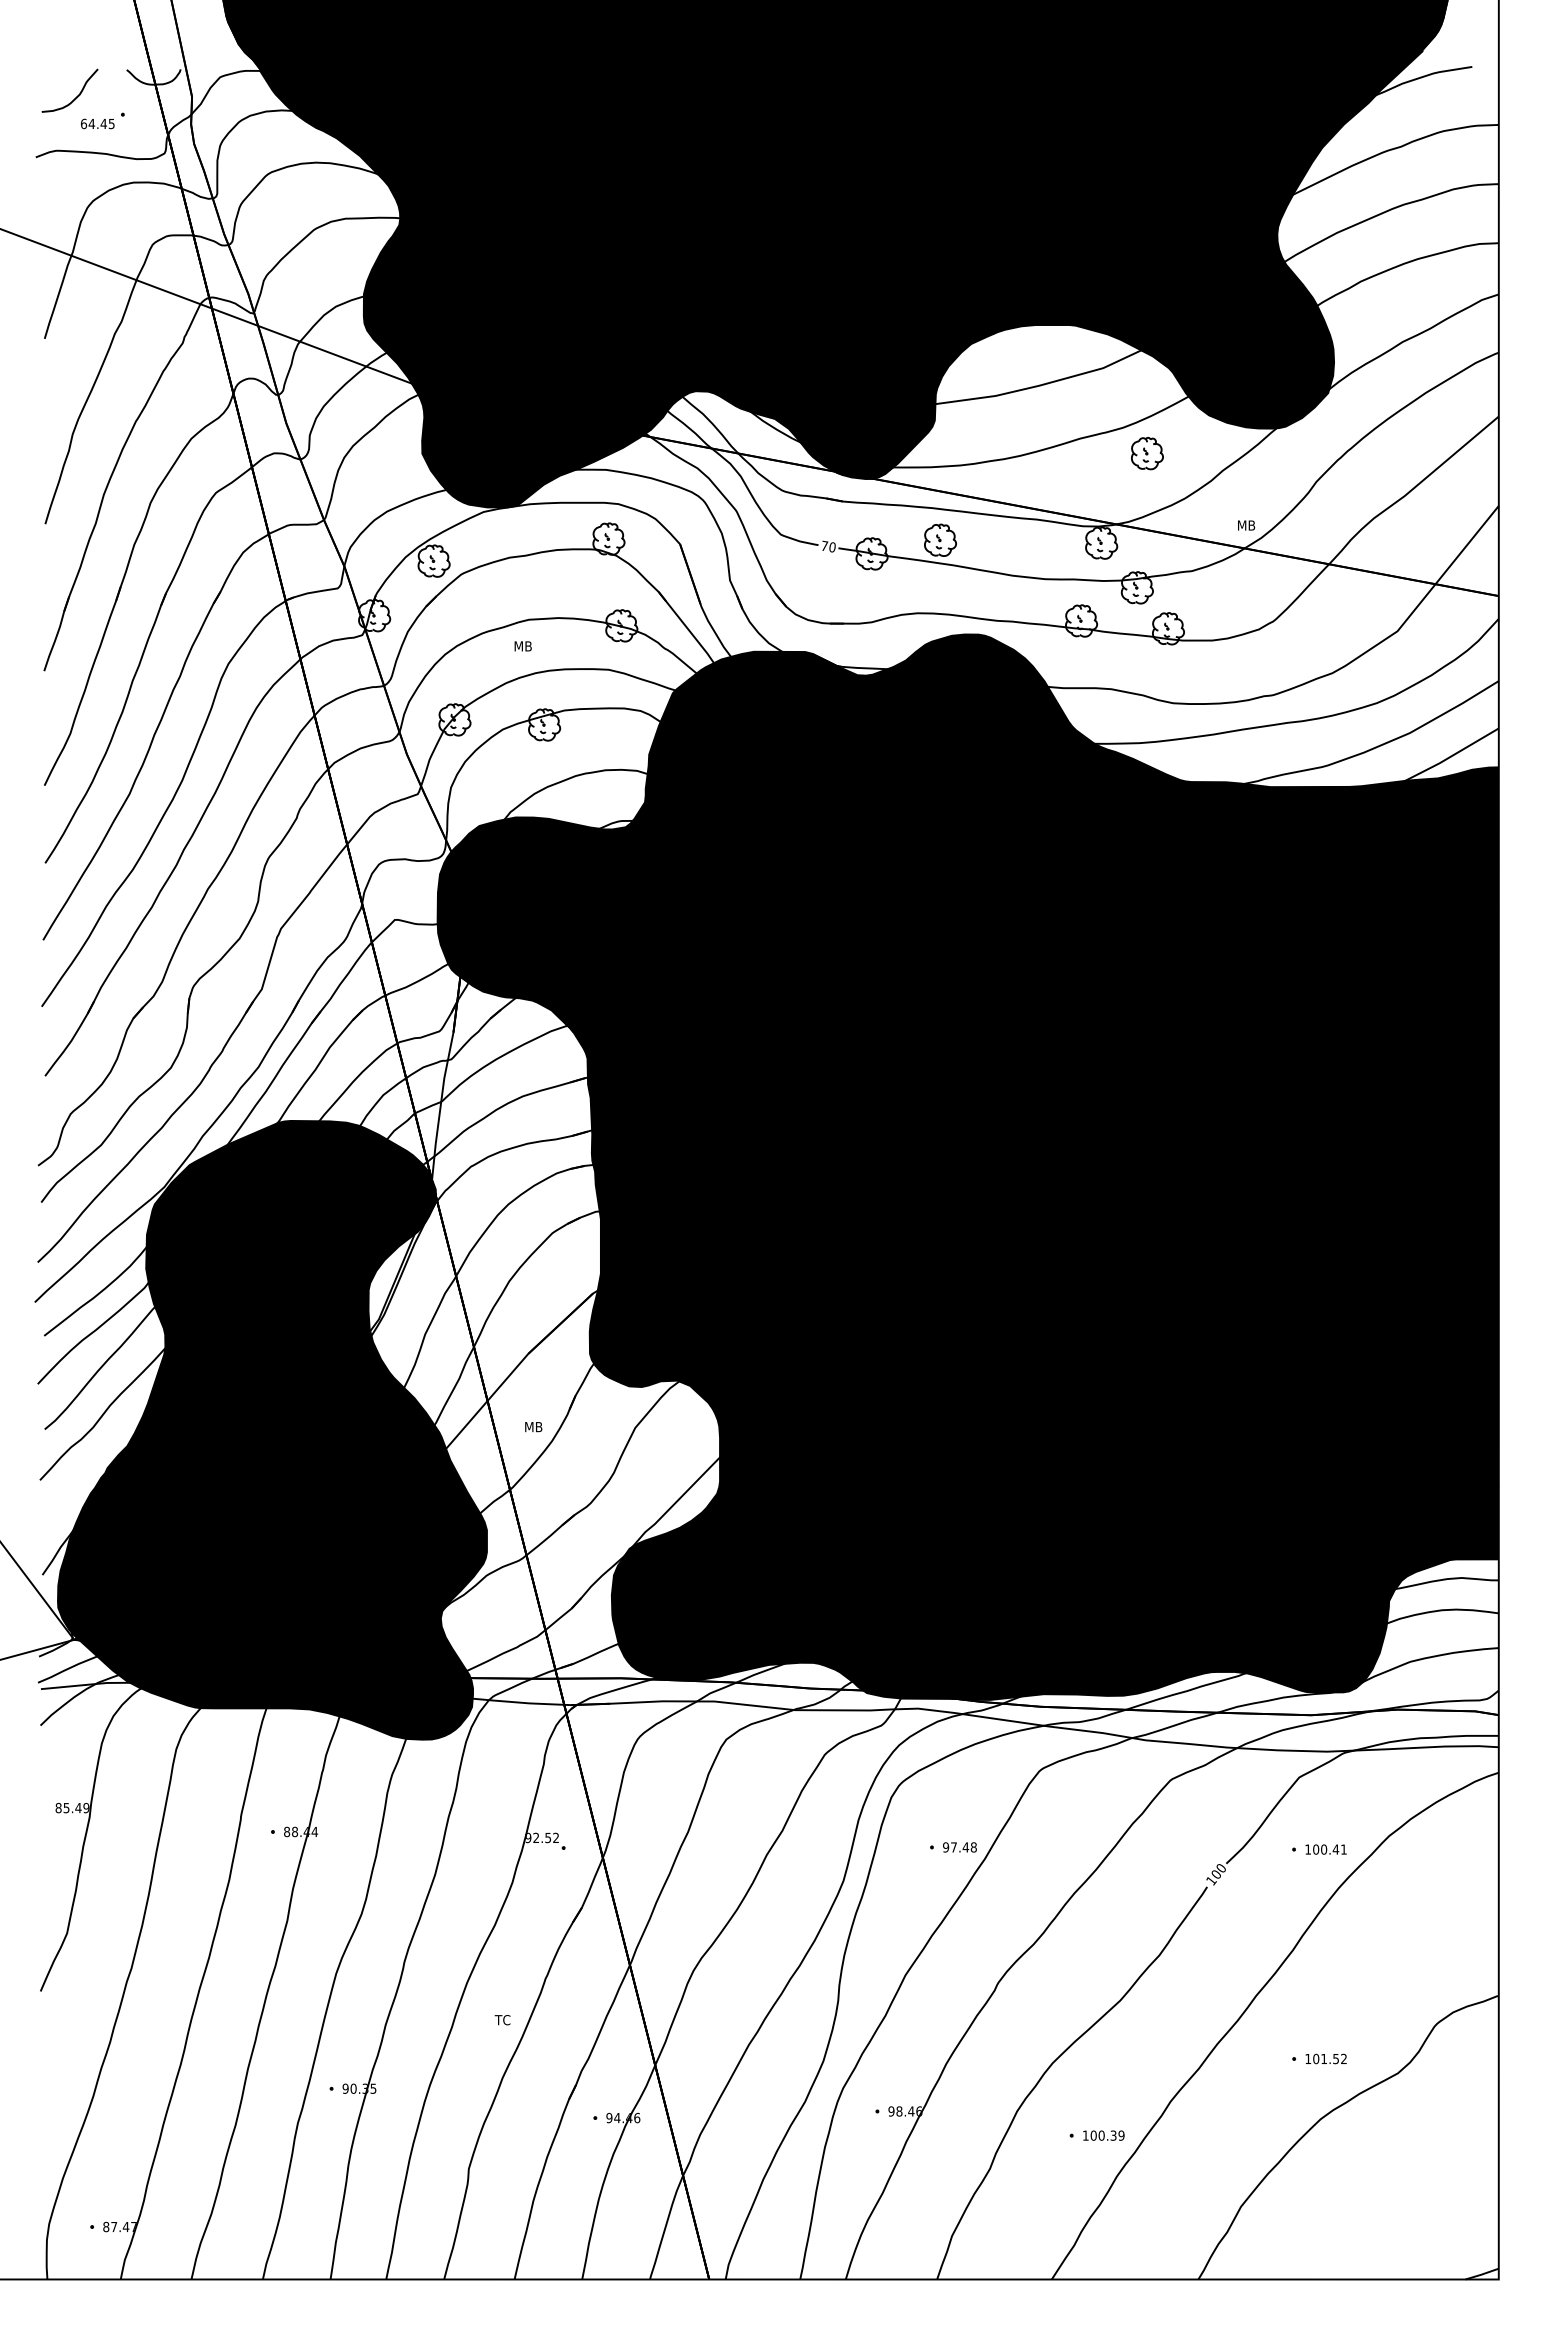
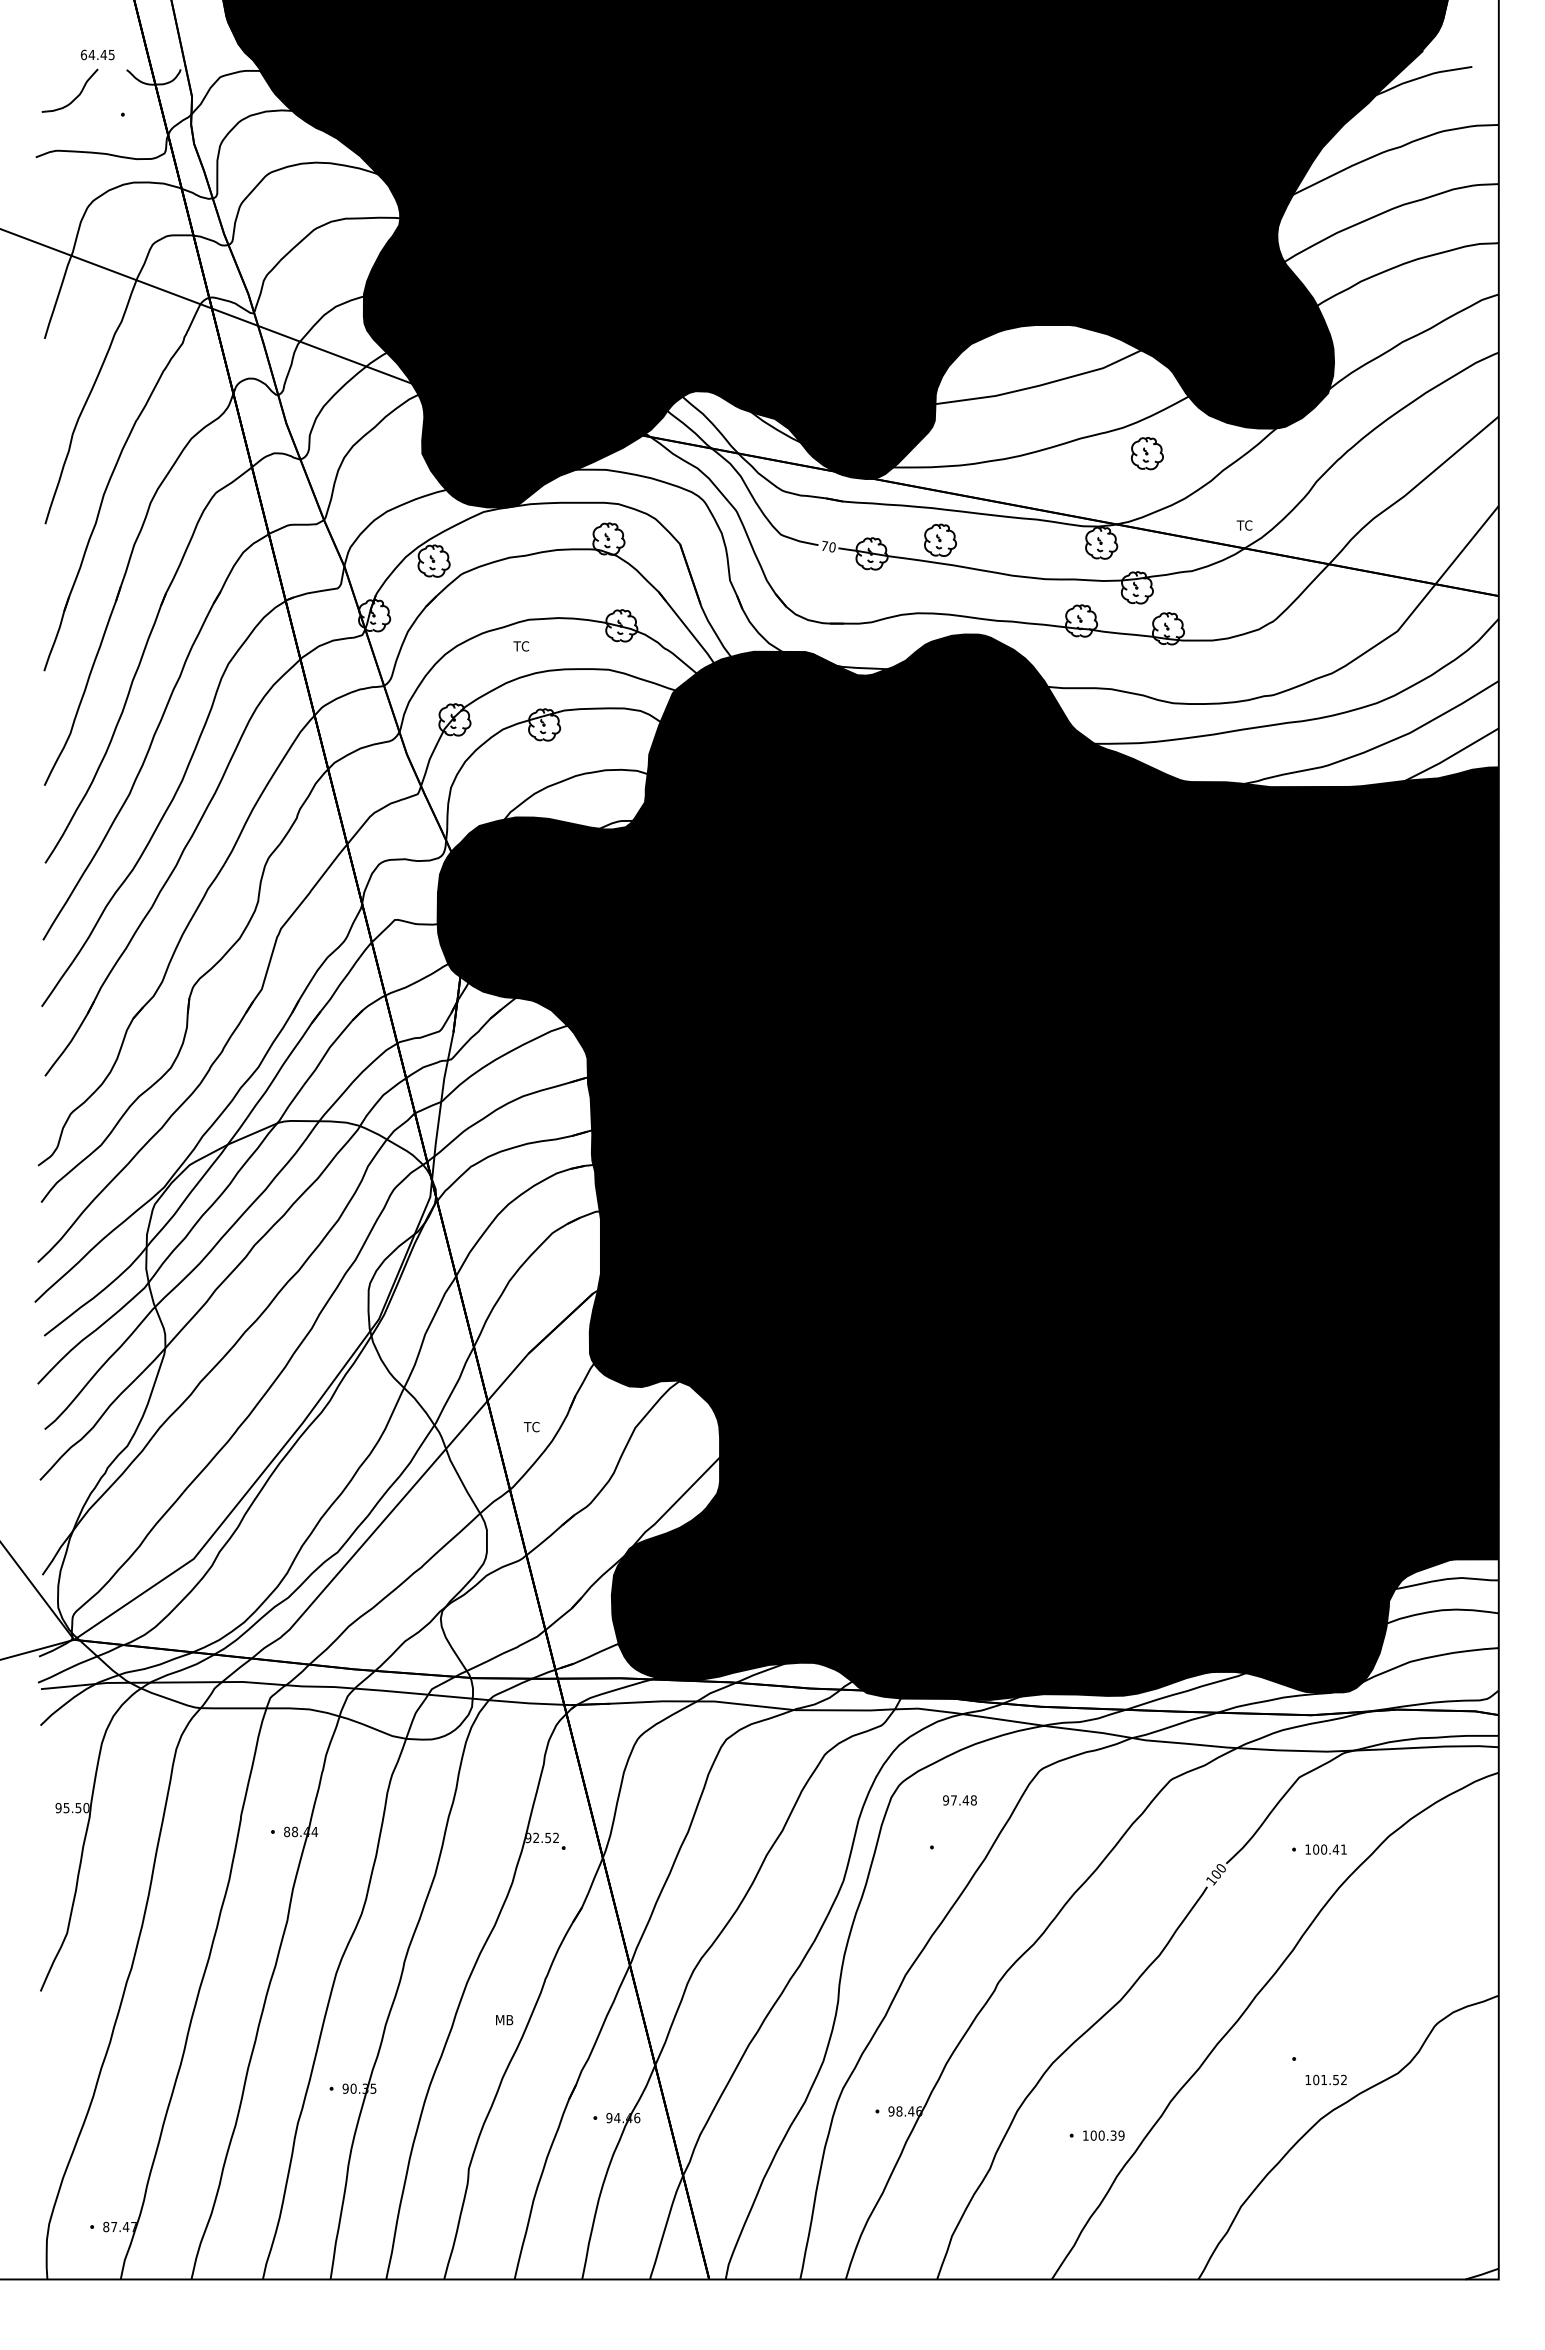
text at (97, 123) position: (97, 123) -> (97, 54)
text at (1245, 525): MB -> TC
text at (522, 646): MB -> TC
text at (533, 1426): MB -> TC
fill at (271, 1429): present -> none
text at (71, 1808): 85.49 -> 95.50
text at (959, 1847) position: (959, 1847) -> (959, 1800)
text at (503, 2020): TC -> MB
text at (1325, 2058) position: (1325, 2058) -> (1325, 2079)
